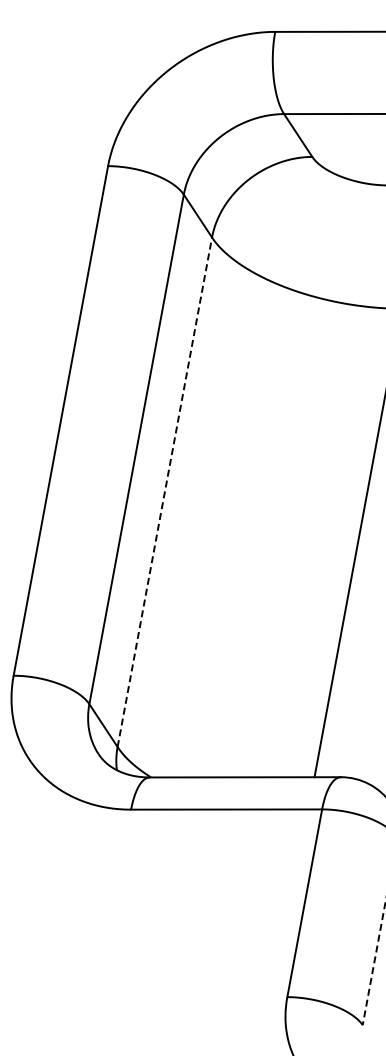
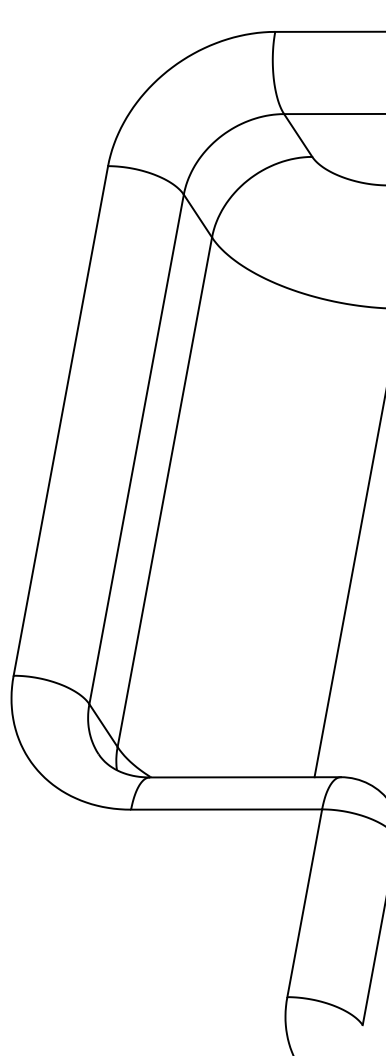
line at (164, 491): dashed -> solid
line at (374, 963): dashed -> solid
